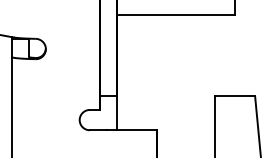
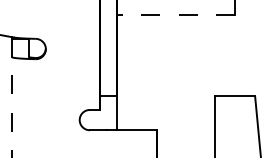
line at (175, 15): solid -> dashed
line at (12, 107): solid -> dashed
